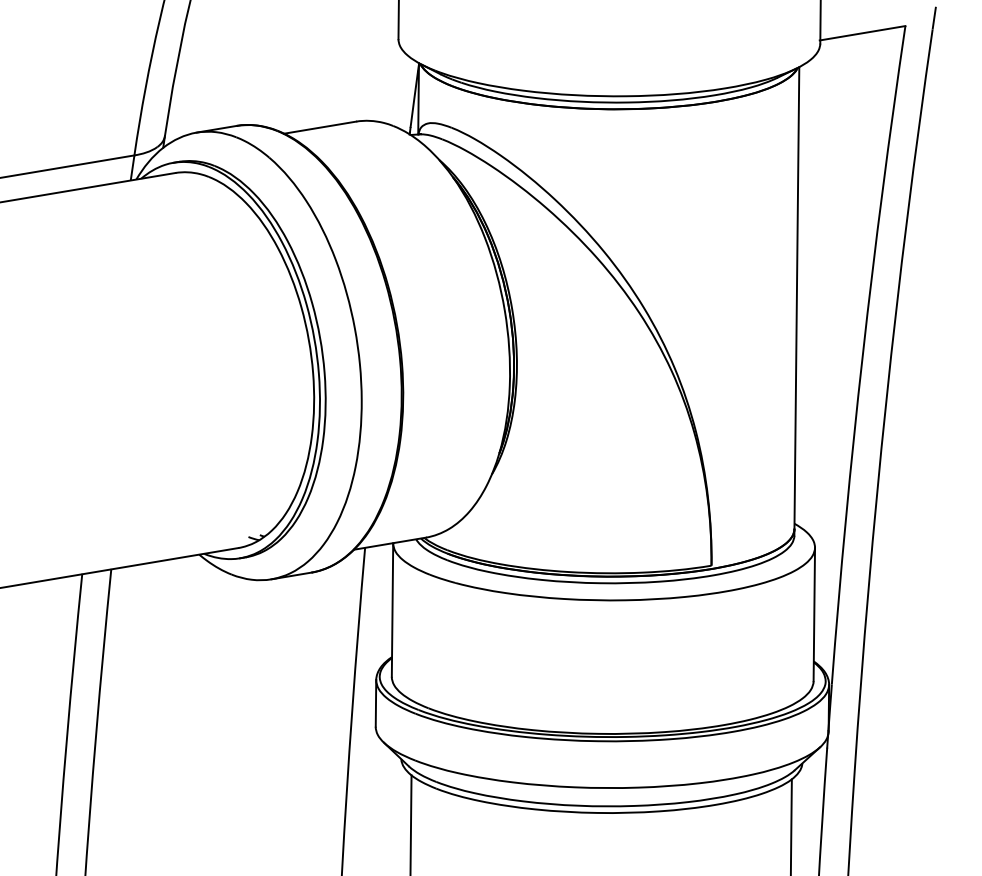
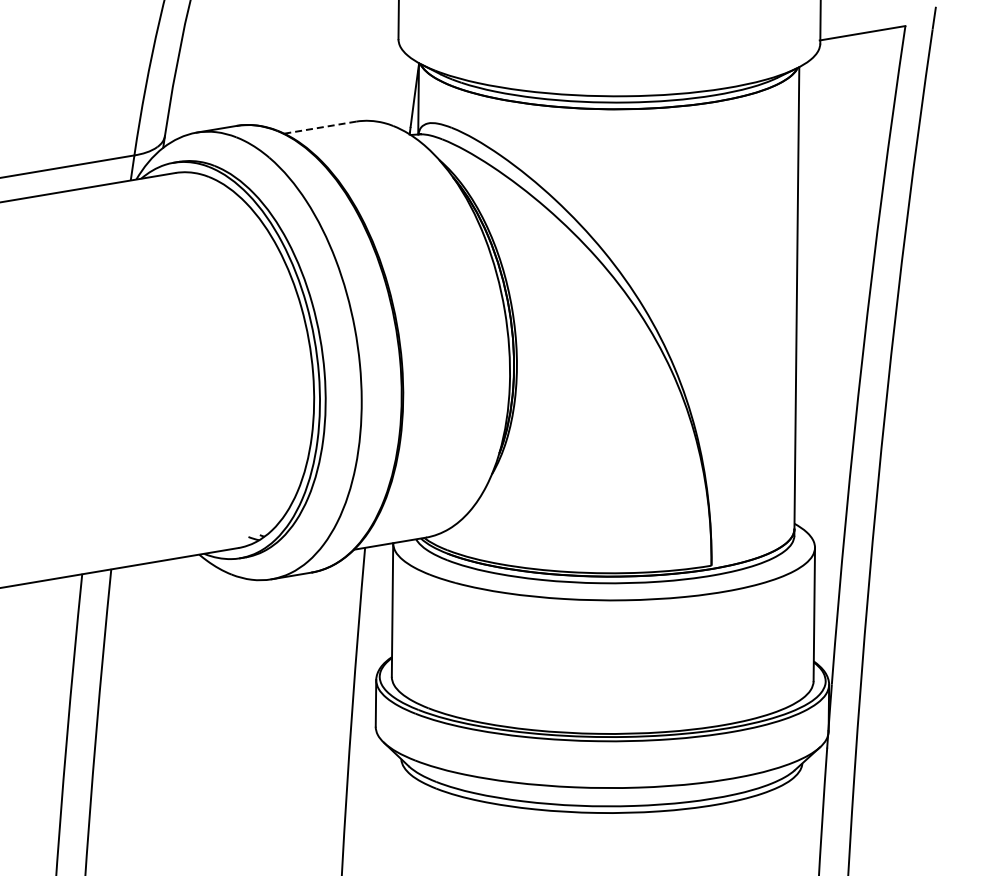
line at (320, 127): solid -> dashed
line at (410, 823): present -> none
line at (790, 825): present -> none
